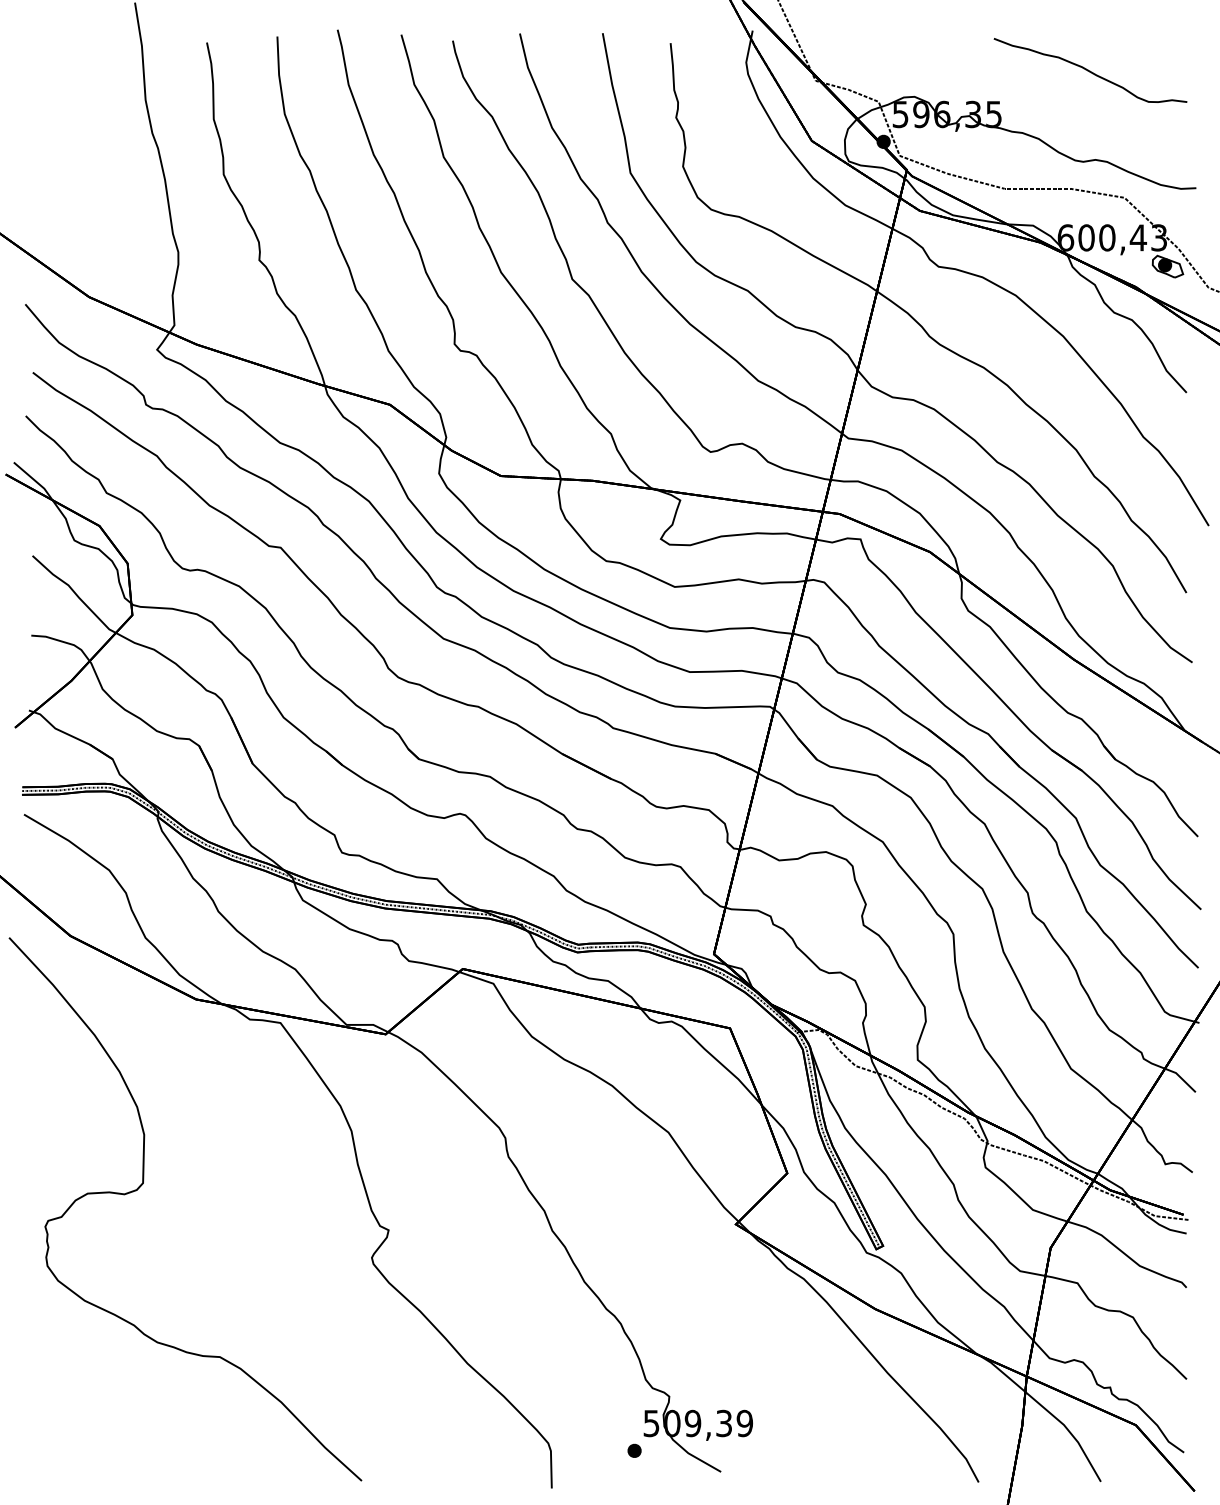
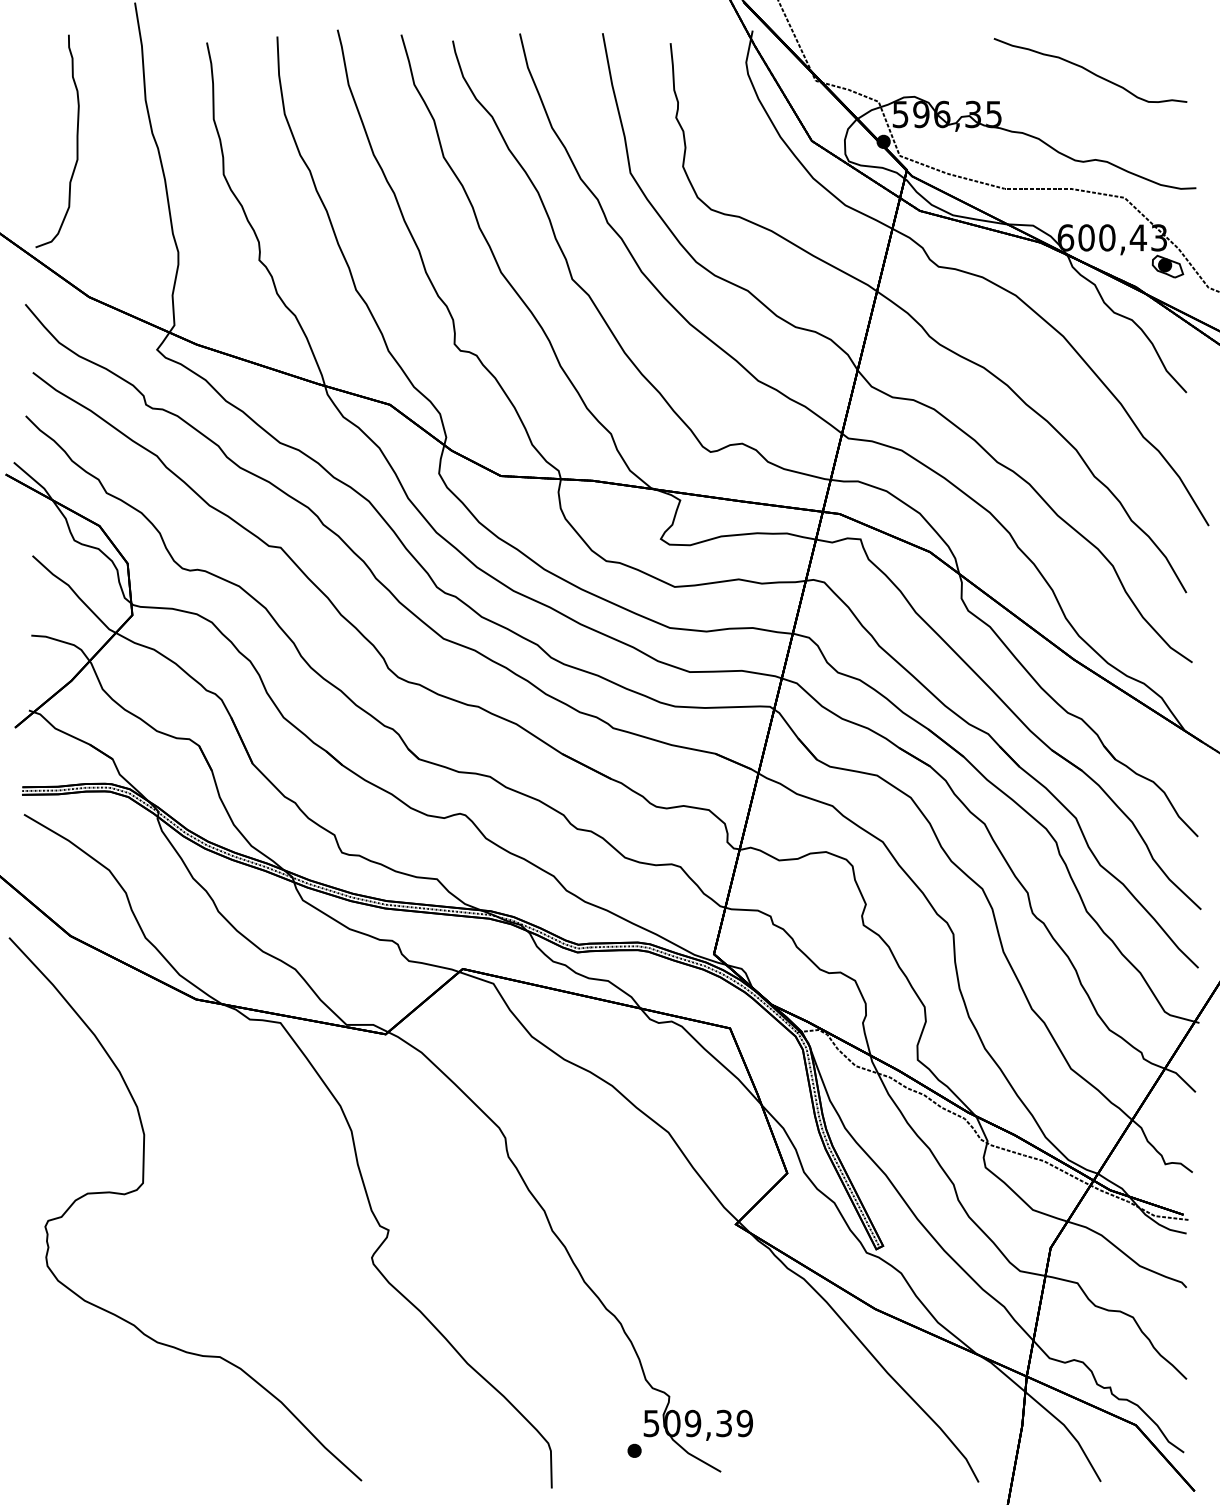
curve at (76, 141): none -> present
